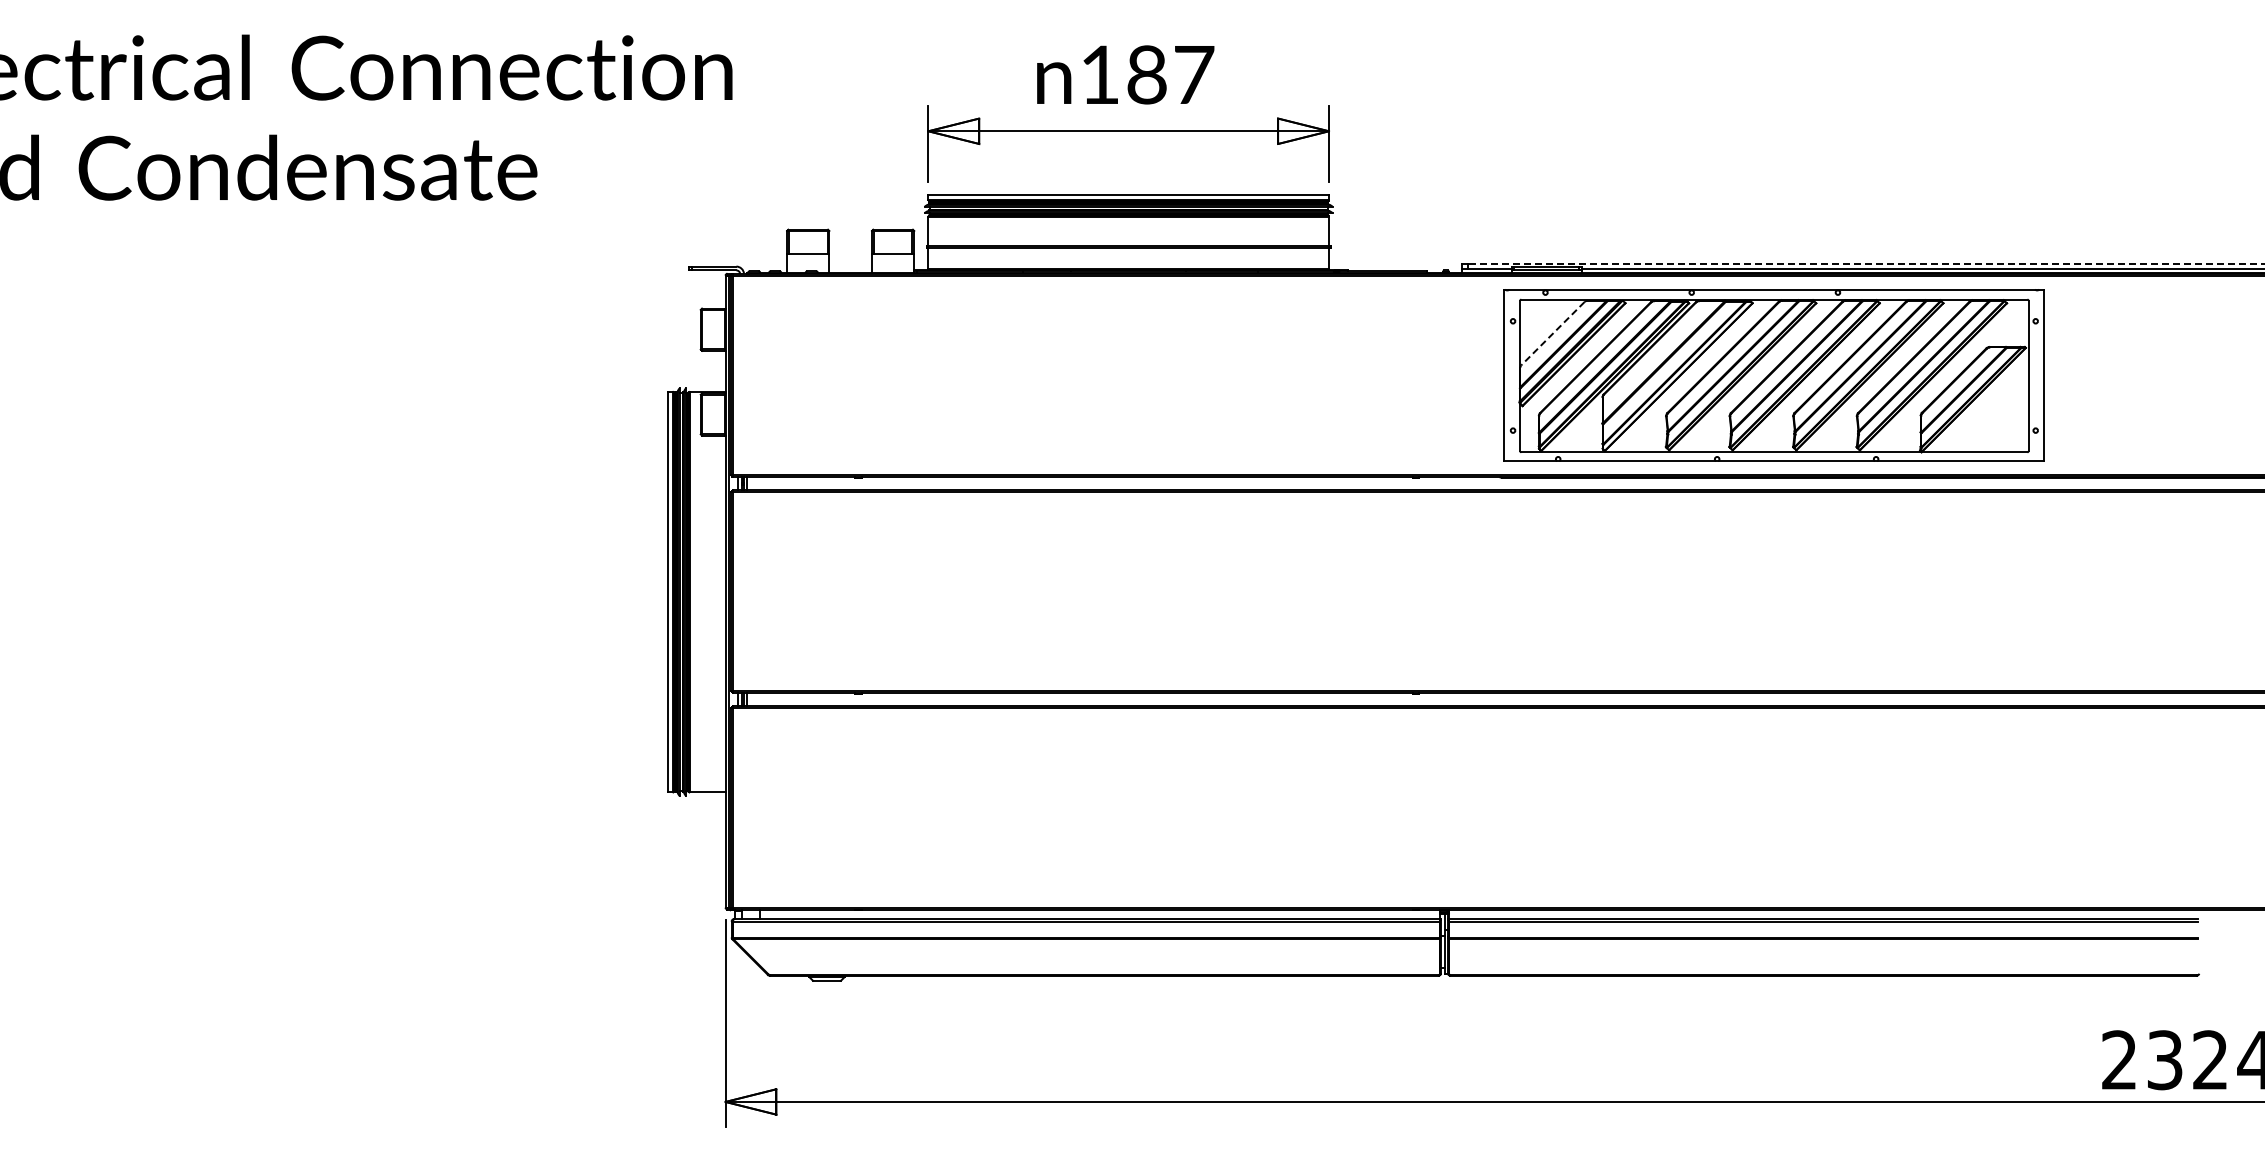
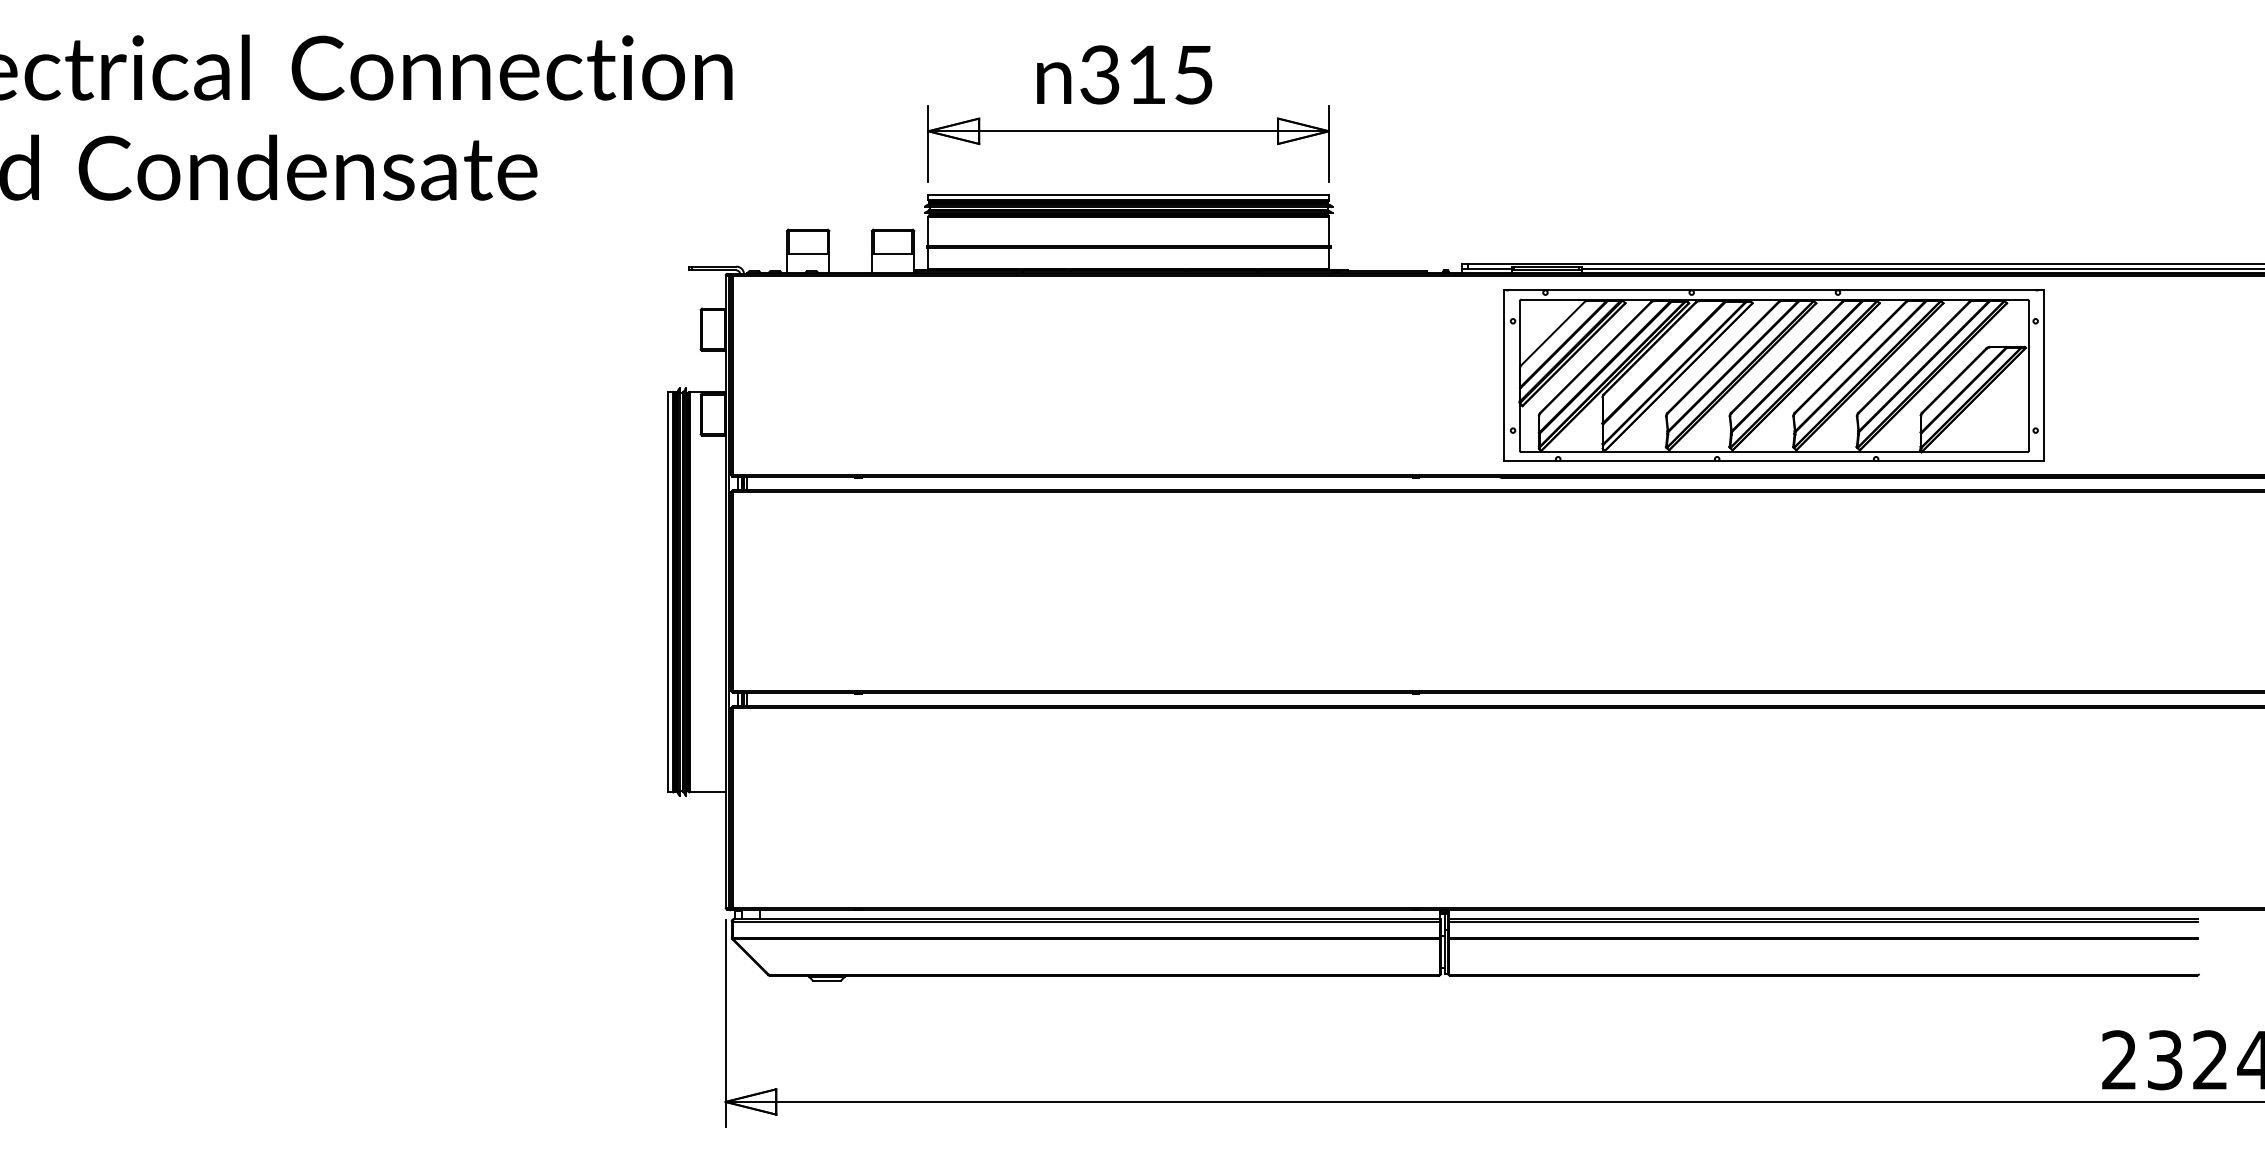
text at (1147, 74): 187 -> 315
line at (1866, 263): dashed -> solid
line at (1553, 333): dashed -> solid
